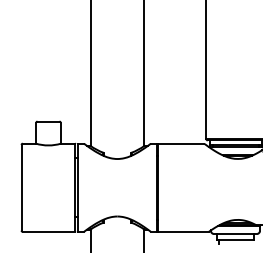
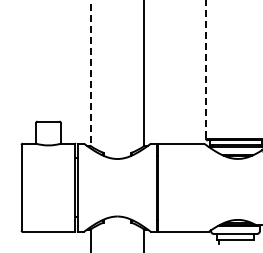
line at (206, 70): solid -> dashed
line at (90, 73): solid -> dashed
